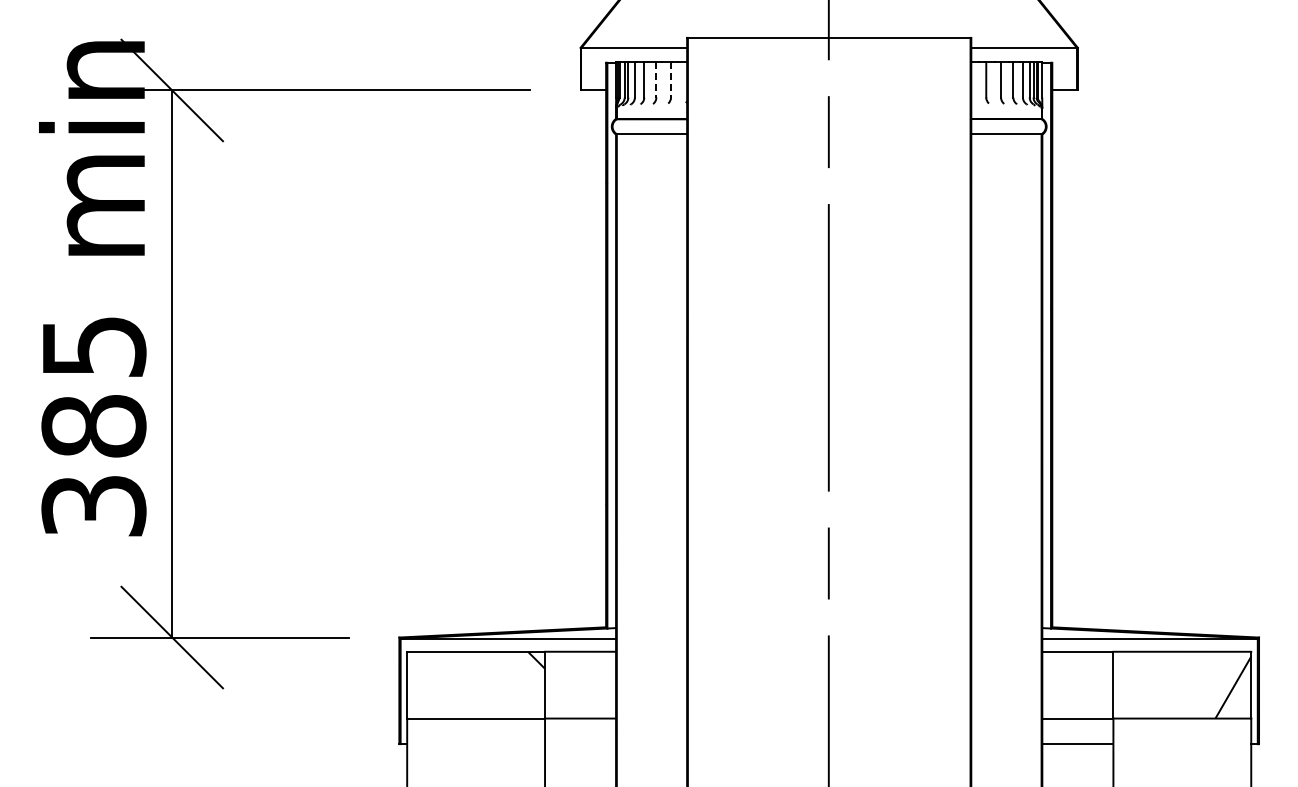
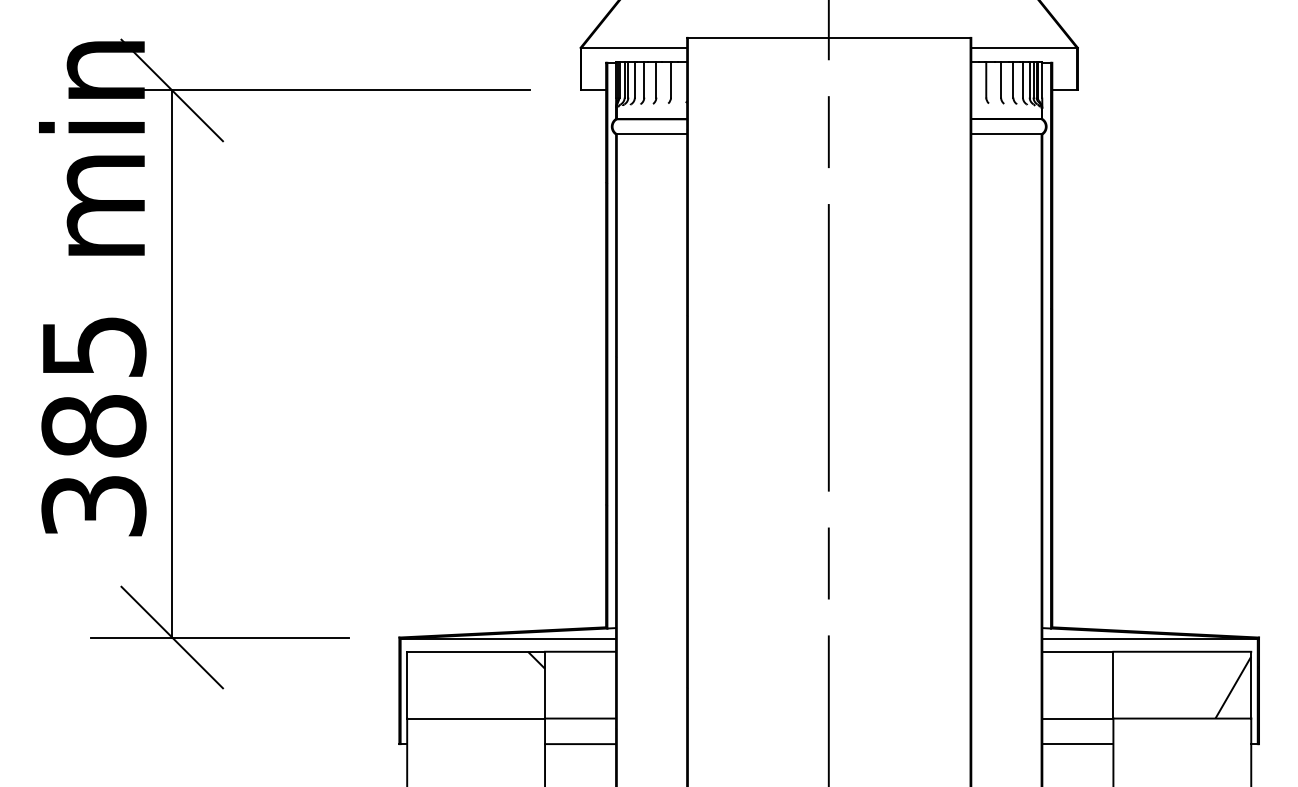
line at (656, 79): dashed -> solid
line at (671, 79): dashed -> solid
line at (580, 744): none -> present
